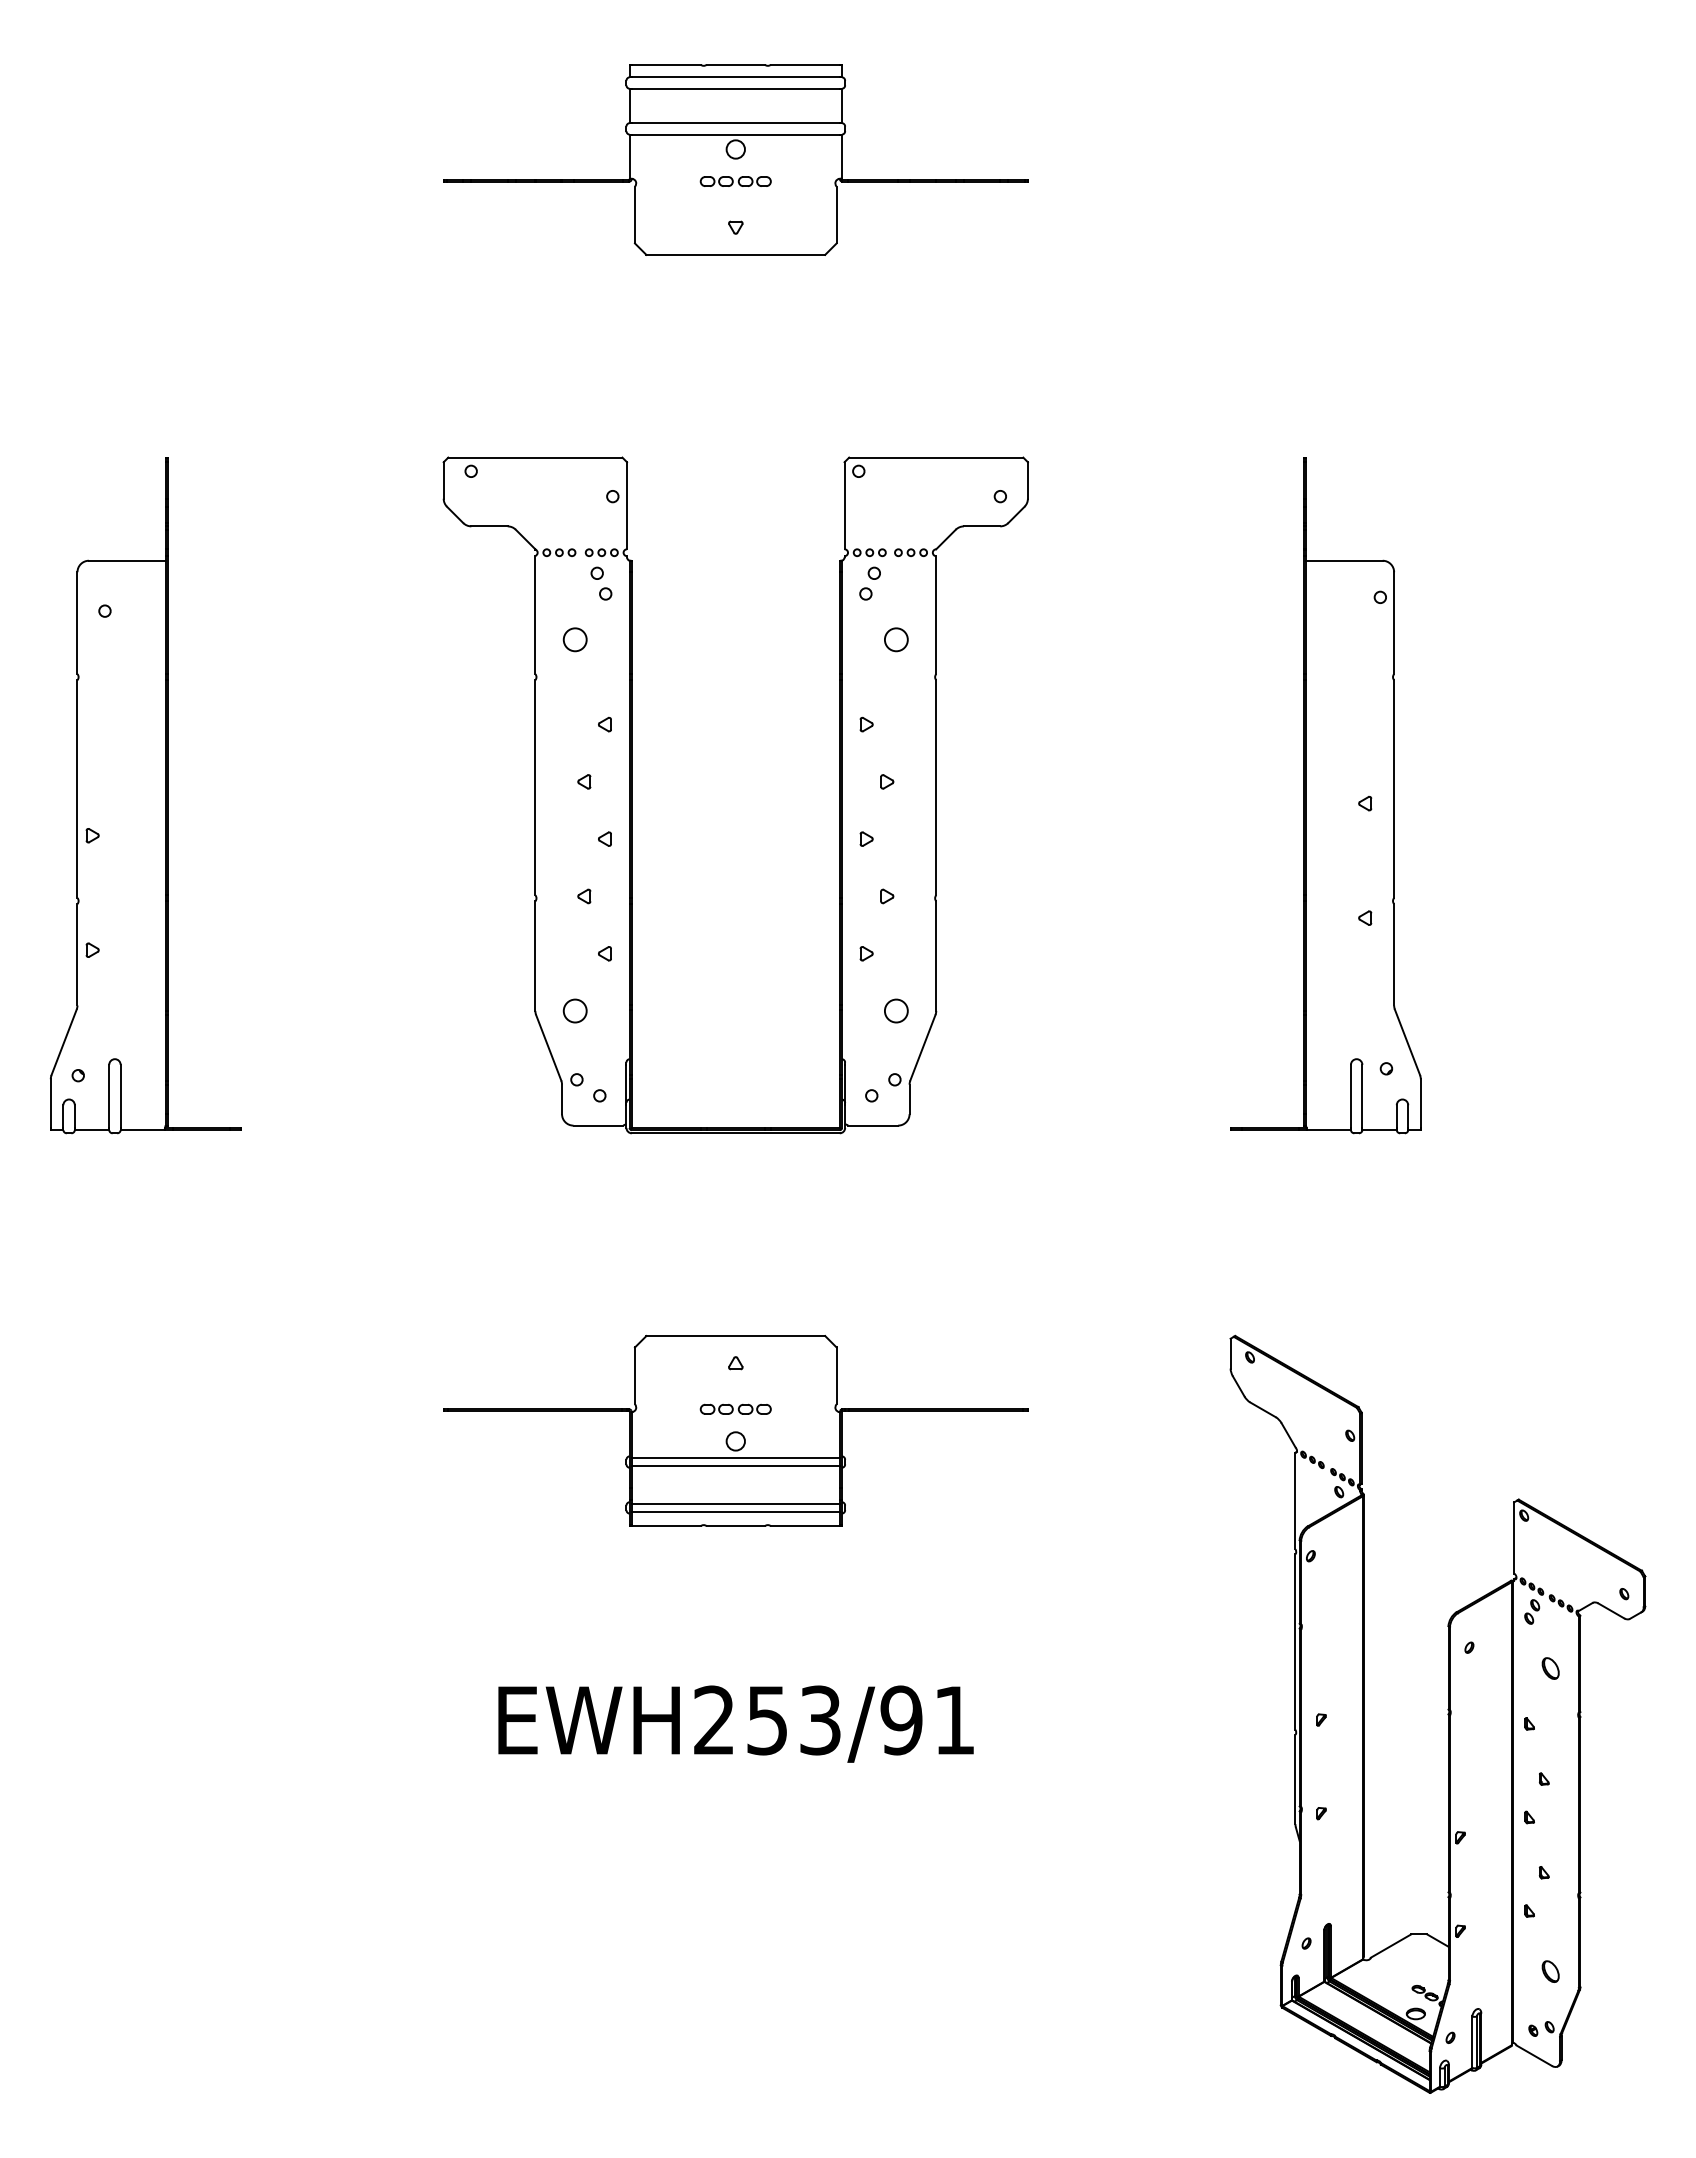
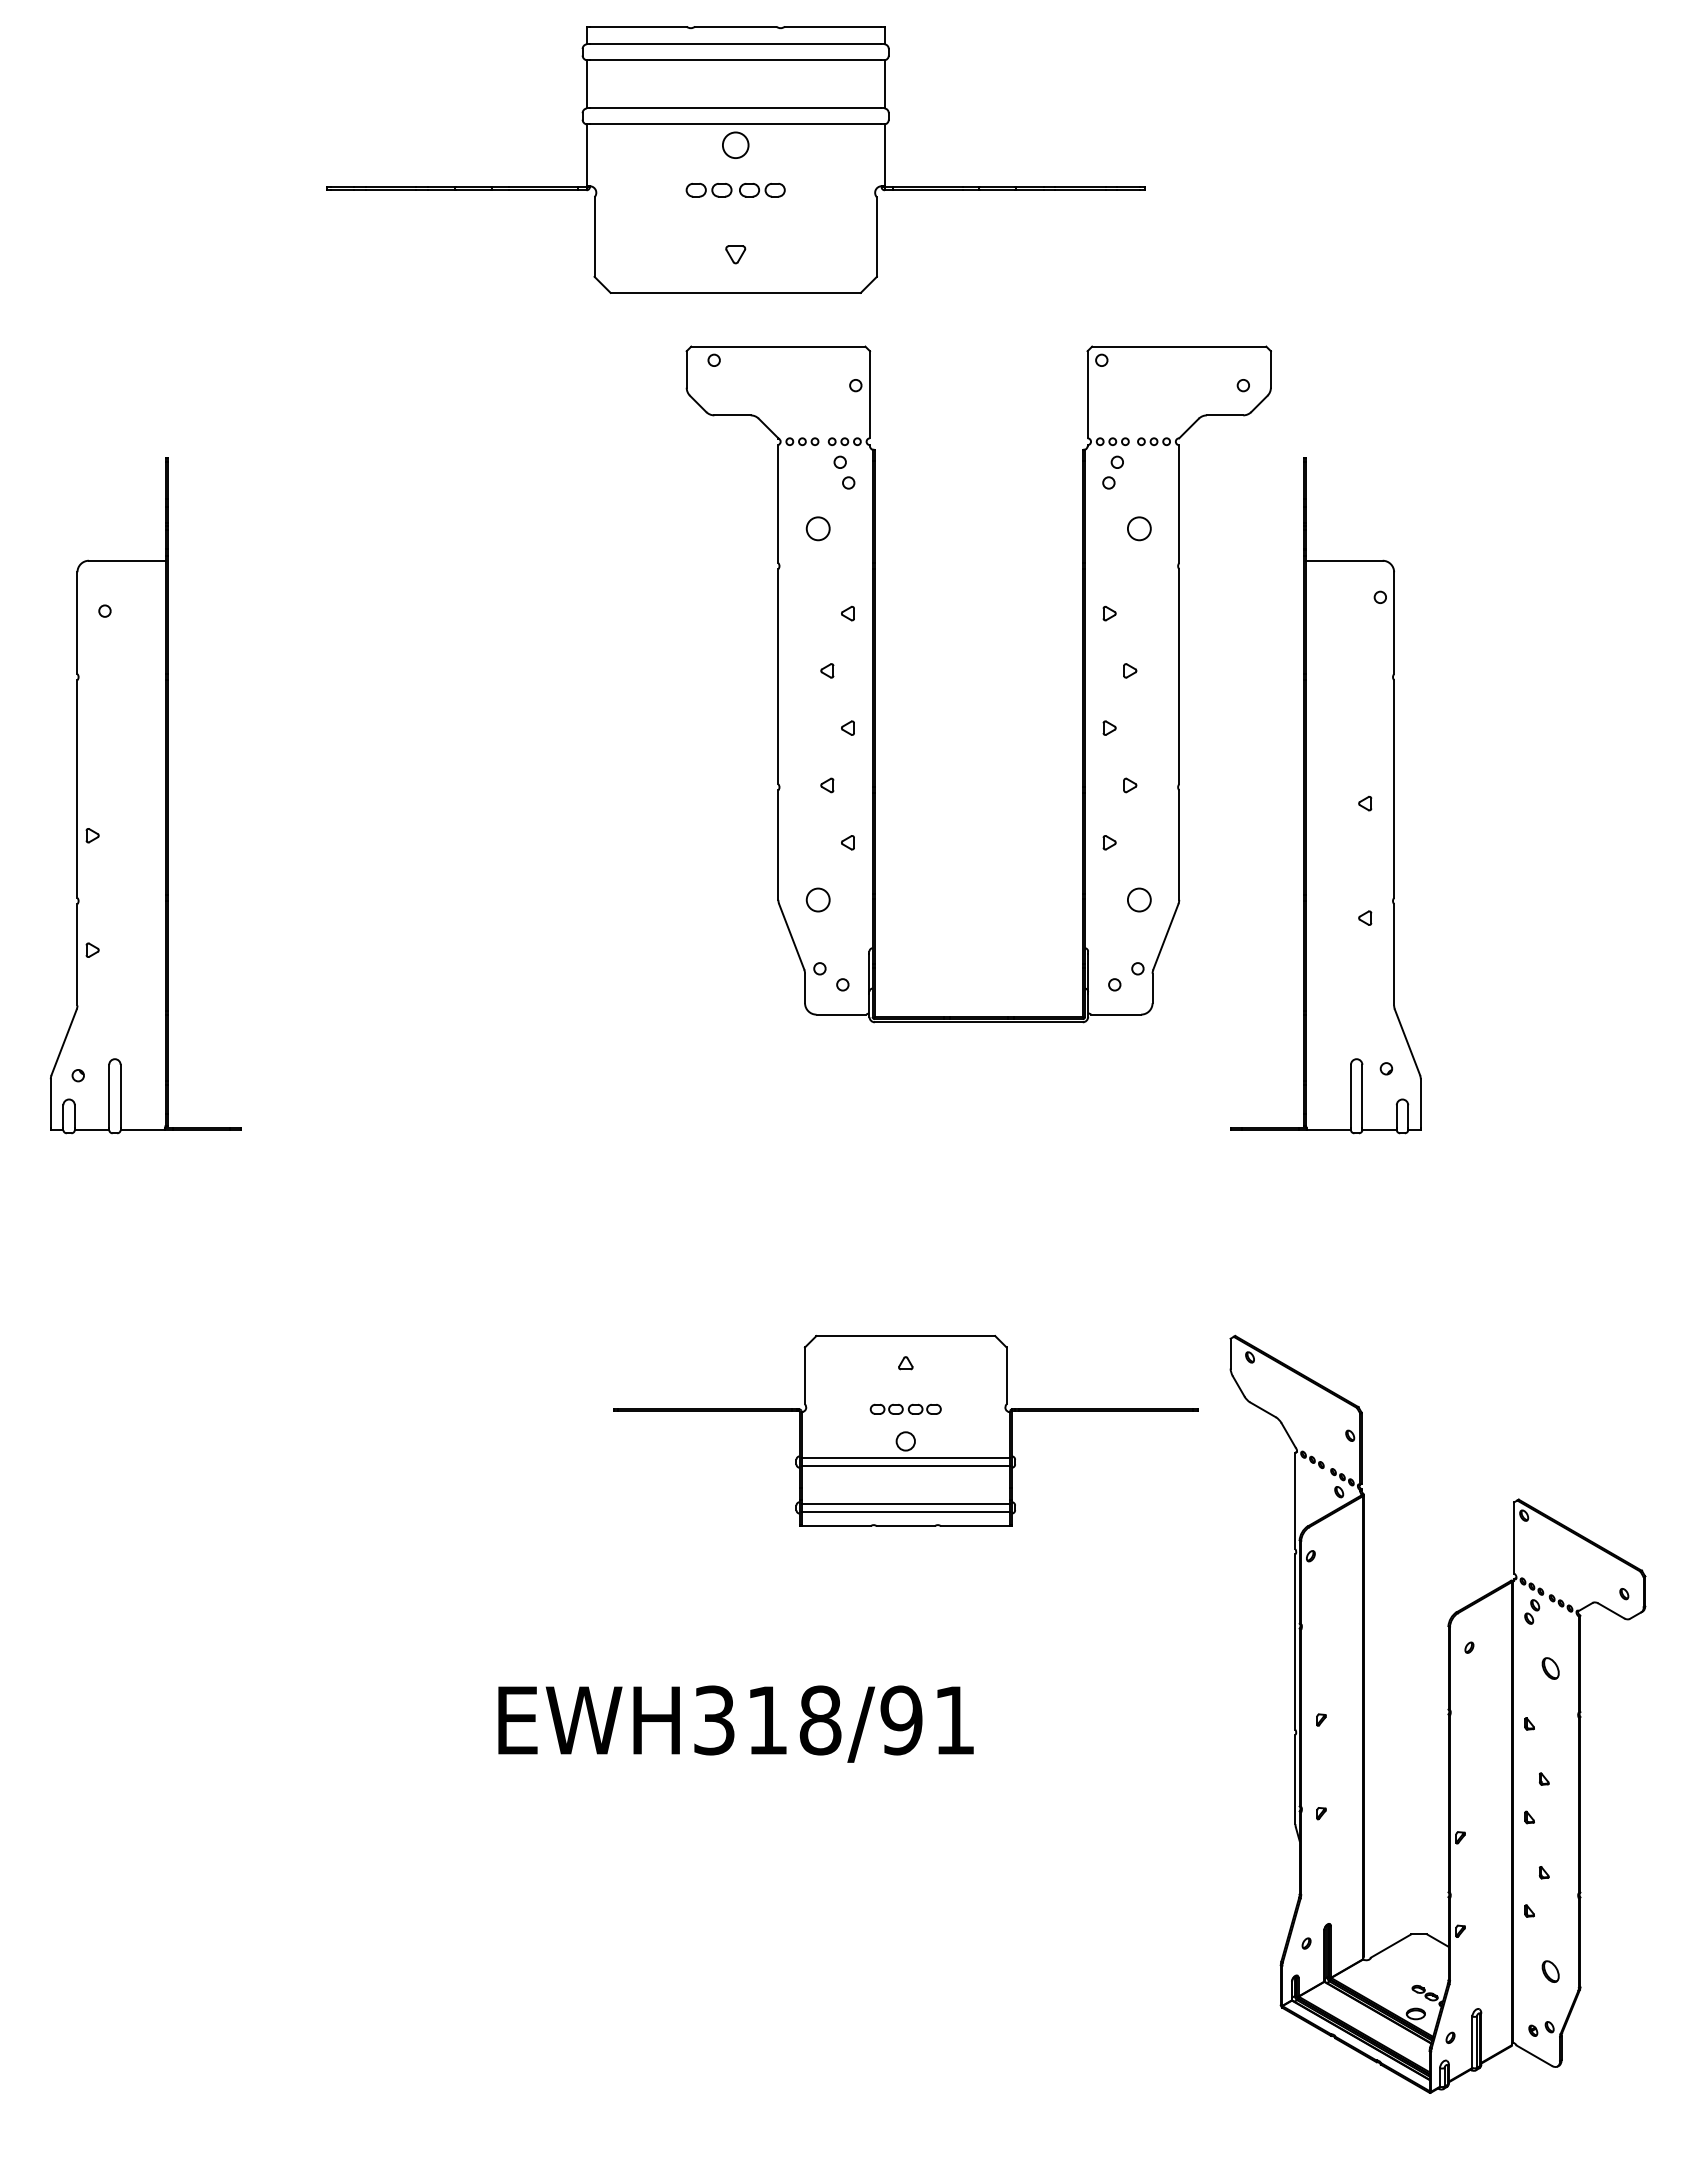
part at (735, 159) size: 586x192 px -> 820x268 px
part at (632, 795) position: (632, 795) -> (875, 684)
part at (735, 1430) position: (735, 1430) -> (905, 1430)
text at (767, 1720): EWH253/91 -> EWH318/91
